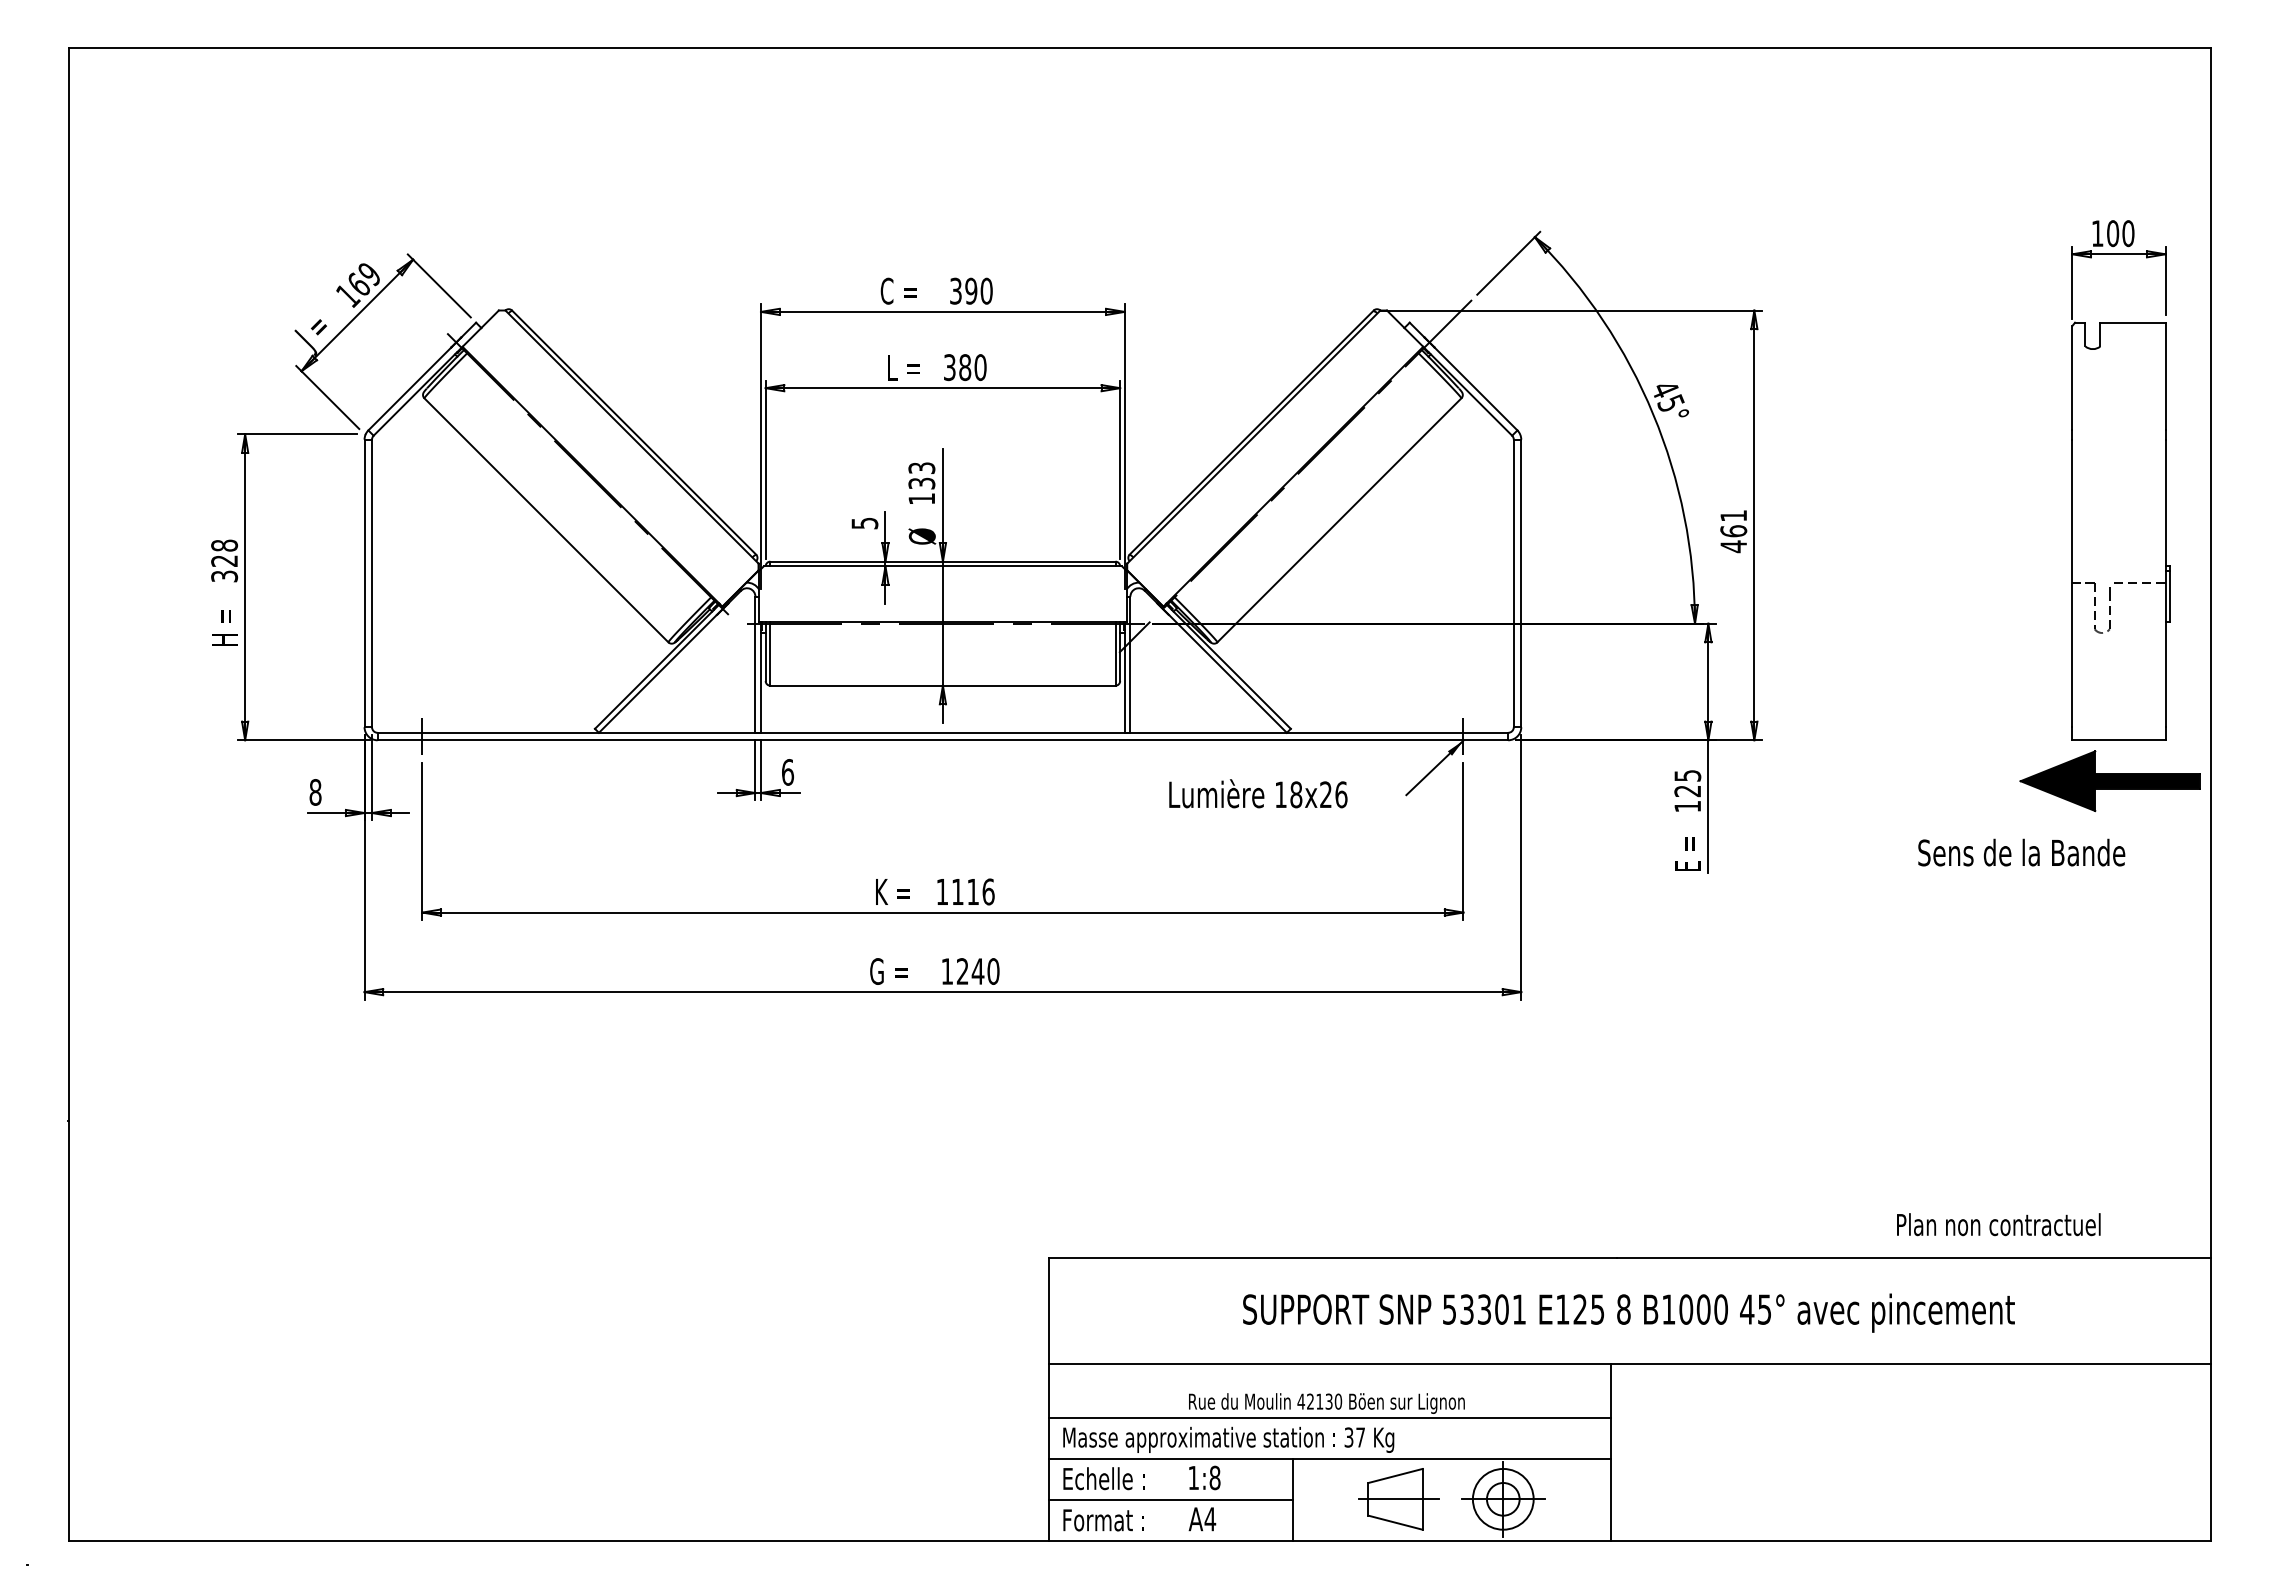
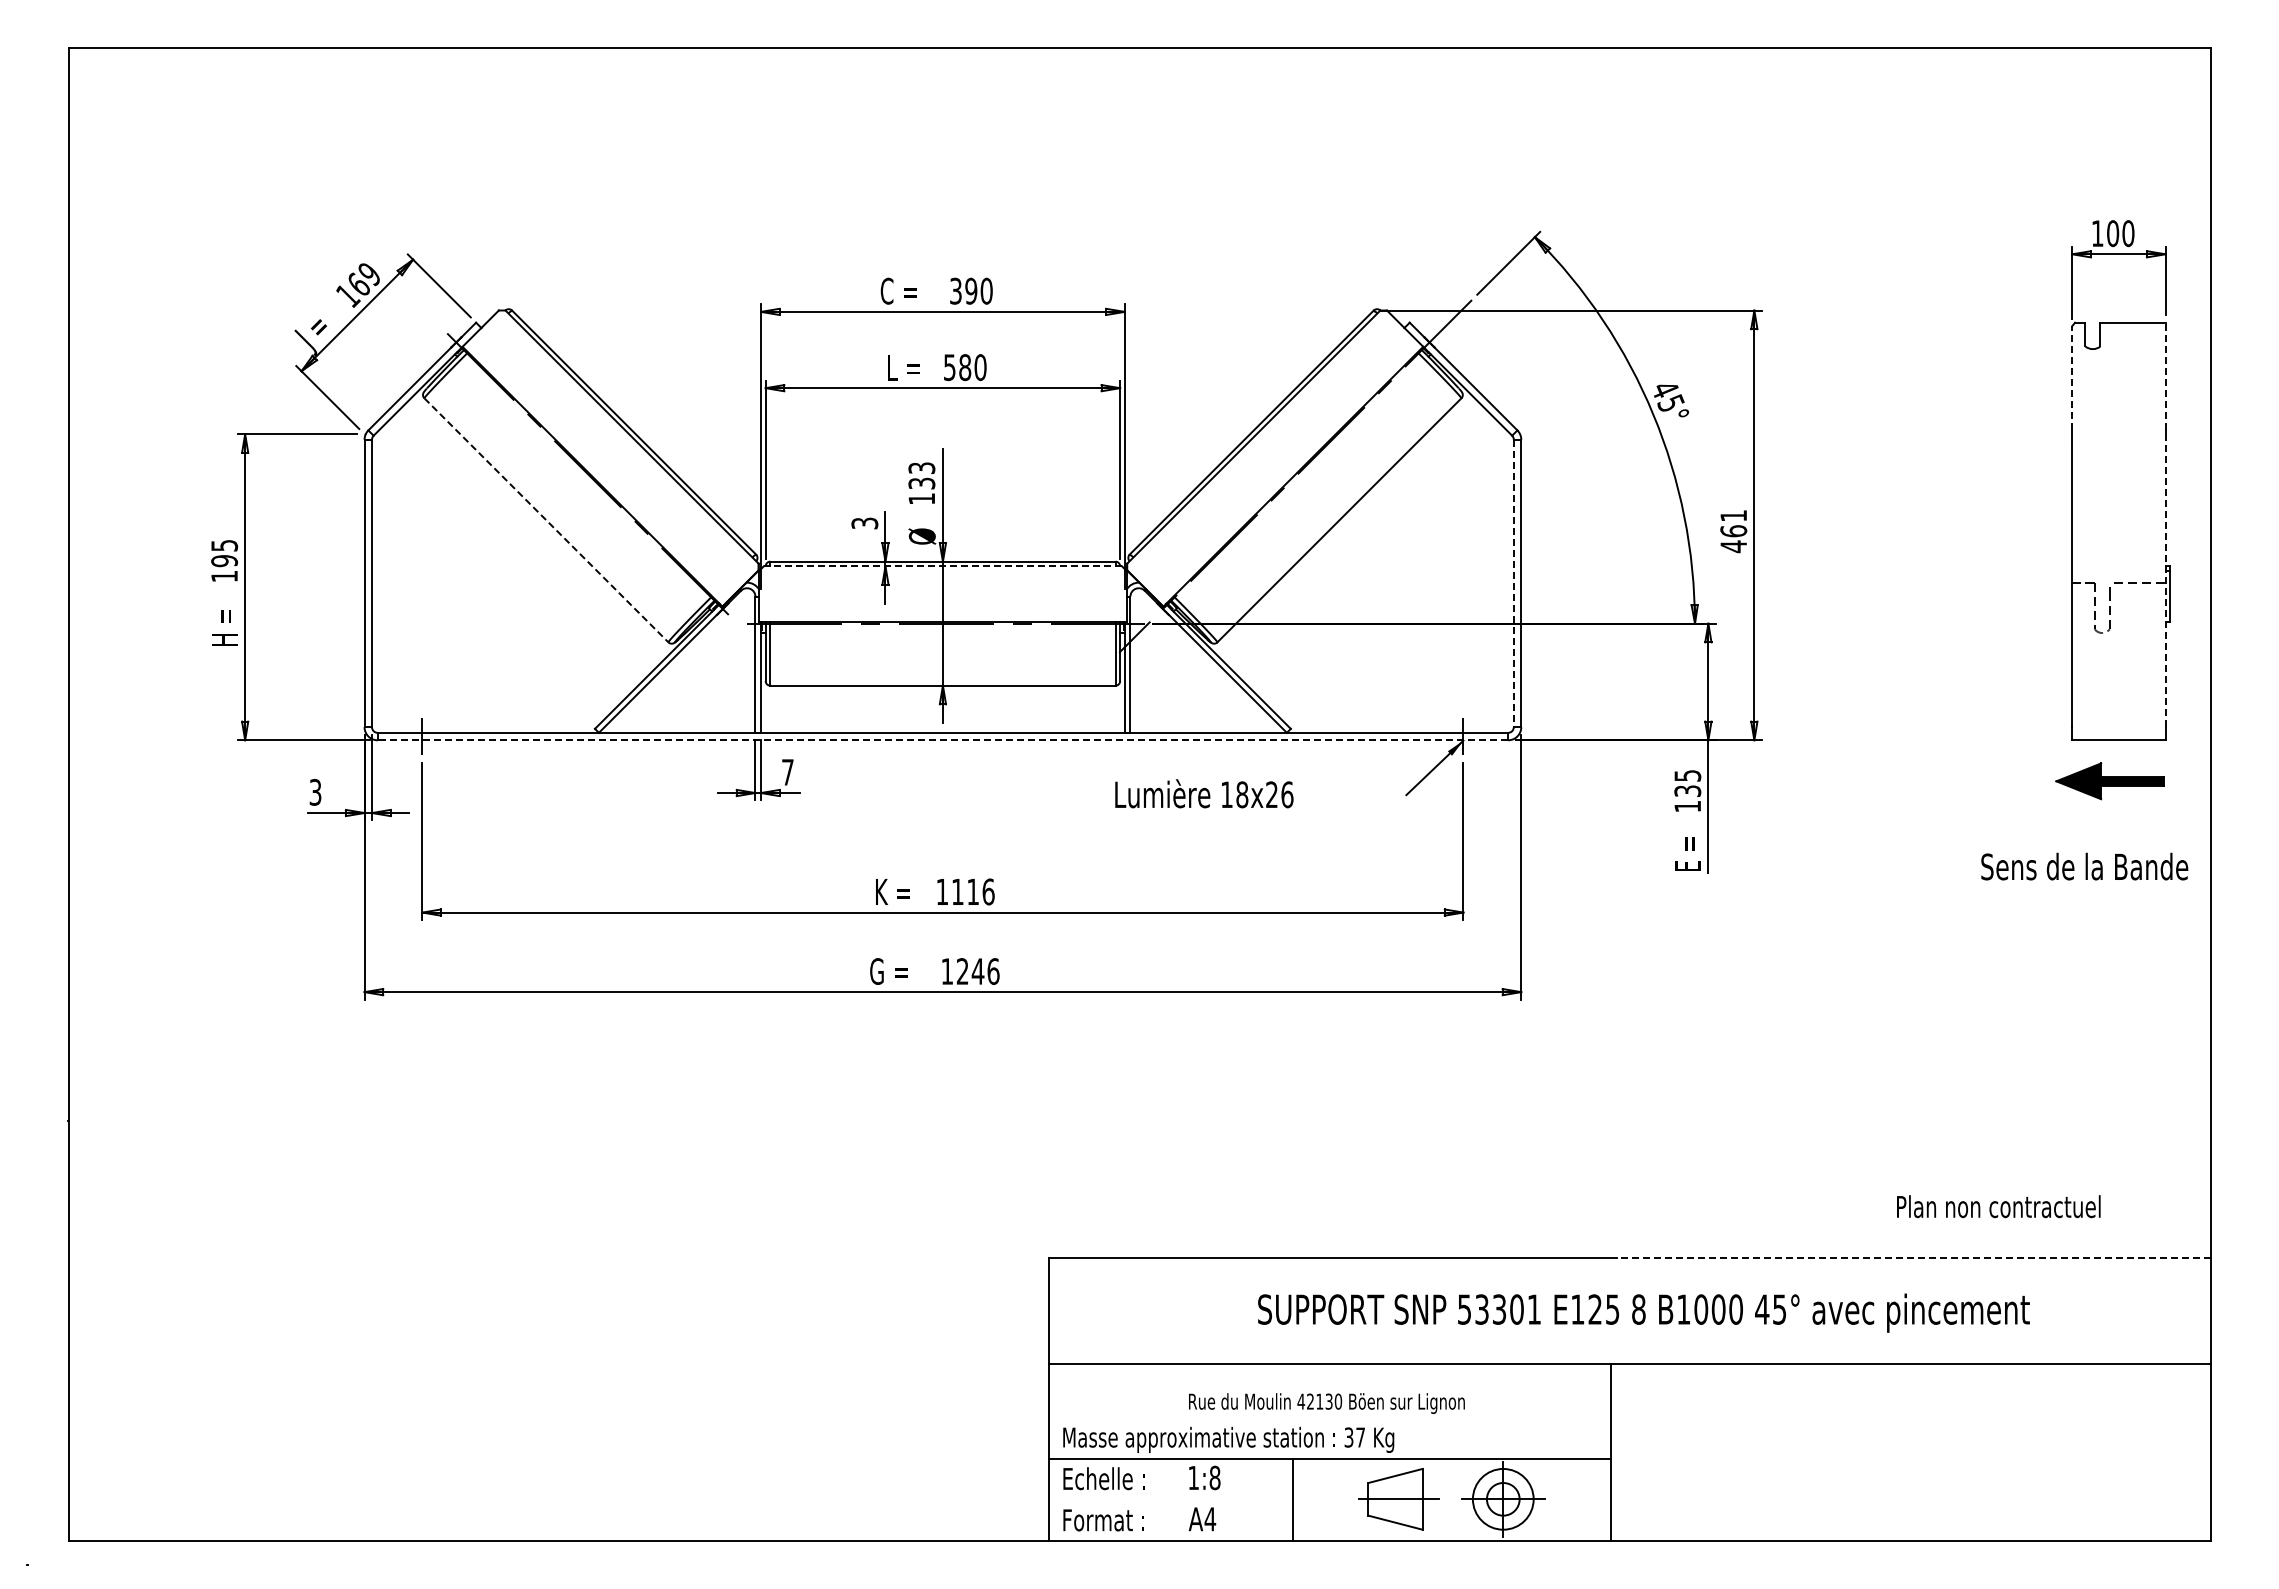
text at (949, 367): 380 -> 580
line at (2165, 376): solid -> dashed
line at (2072, 377): solid -> dashed
line at (546, 520): solid -> dashed
text at (864, 522): 5 -> 3
text at (224, 560): 328 -> 195
line at (942, 566): solid -> dashed
line at (1513, 583): solid -> dashed
line at (2165, 583): solid -> dashed
line at (942, 740): solid -> dashed
text at (788, 772): 6 -> 7
part at (2109, 781) size: 182x63 px -> 110x39 px
text at (1687, 791): 125 -> 135
text at (315, 792): 8 -> 3
text at (1258, 793) position: (1258, 793) -> (1204, 793)
text at (2021, 852) position: (2021, 852) -> (2084, 866)
text at (993, 971): 1240 -> 1246
text at (1998, 1224) position: (1998, 1224) -> (1998, 1206)
line at (1913, 1257): solid -> dashed
text at (1628, 1312) position: (1628, 1312) -> (1643, 1312)
line at (1330, 1418): present -> none
line at (1170, 1500): present -> none
